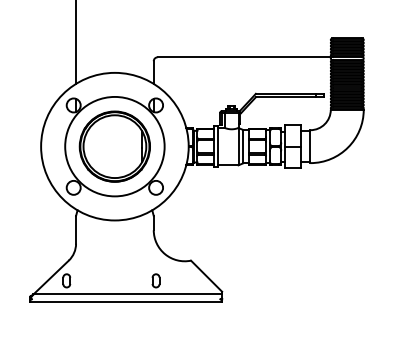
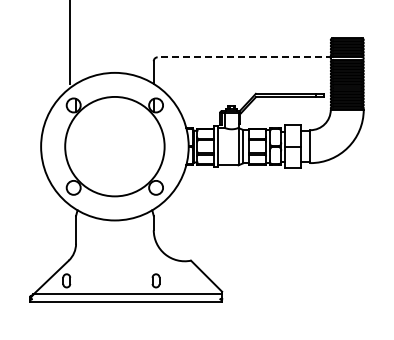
line at (76, 42) position: (76, 42) -> (70, 42)
line at (245, 57): solid -> dashed
part at (114, 146): present -> none
